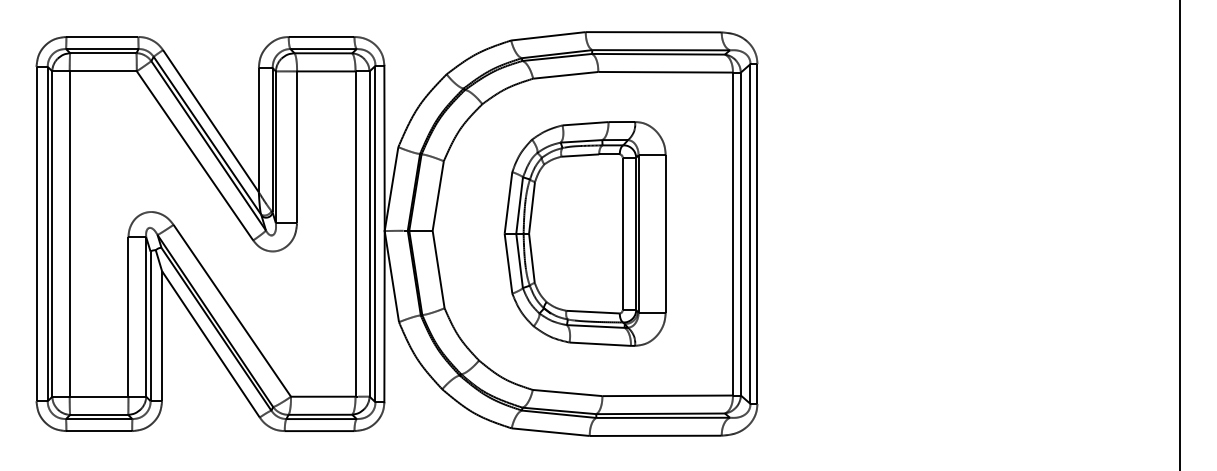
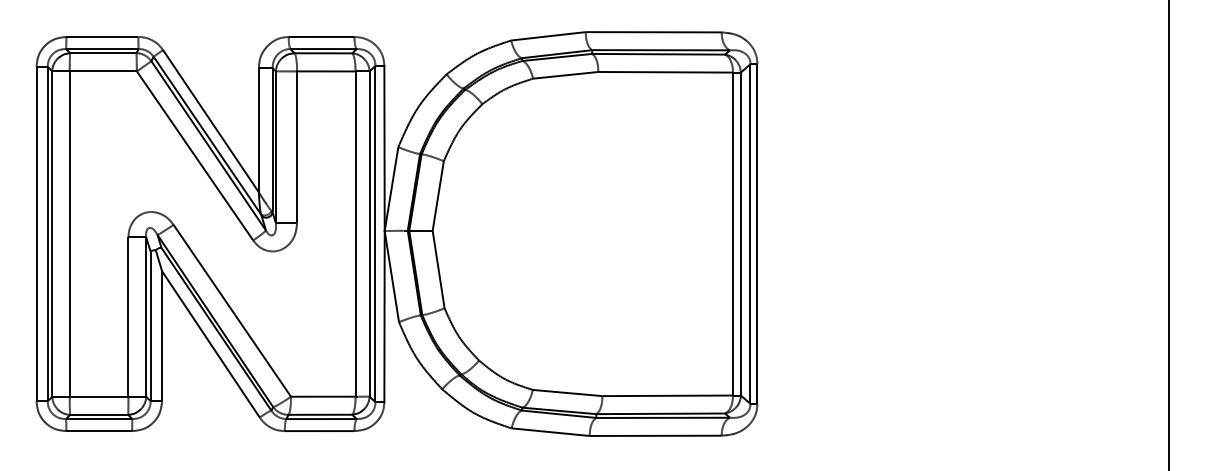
part at (584, 233): present -> none
line at (1180, 234) position: (1180, 234) -> (1169, 234)
